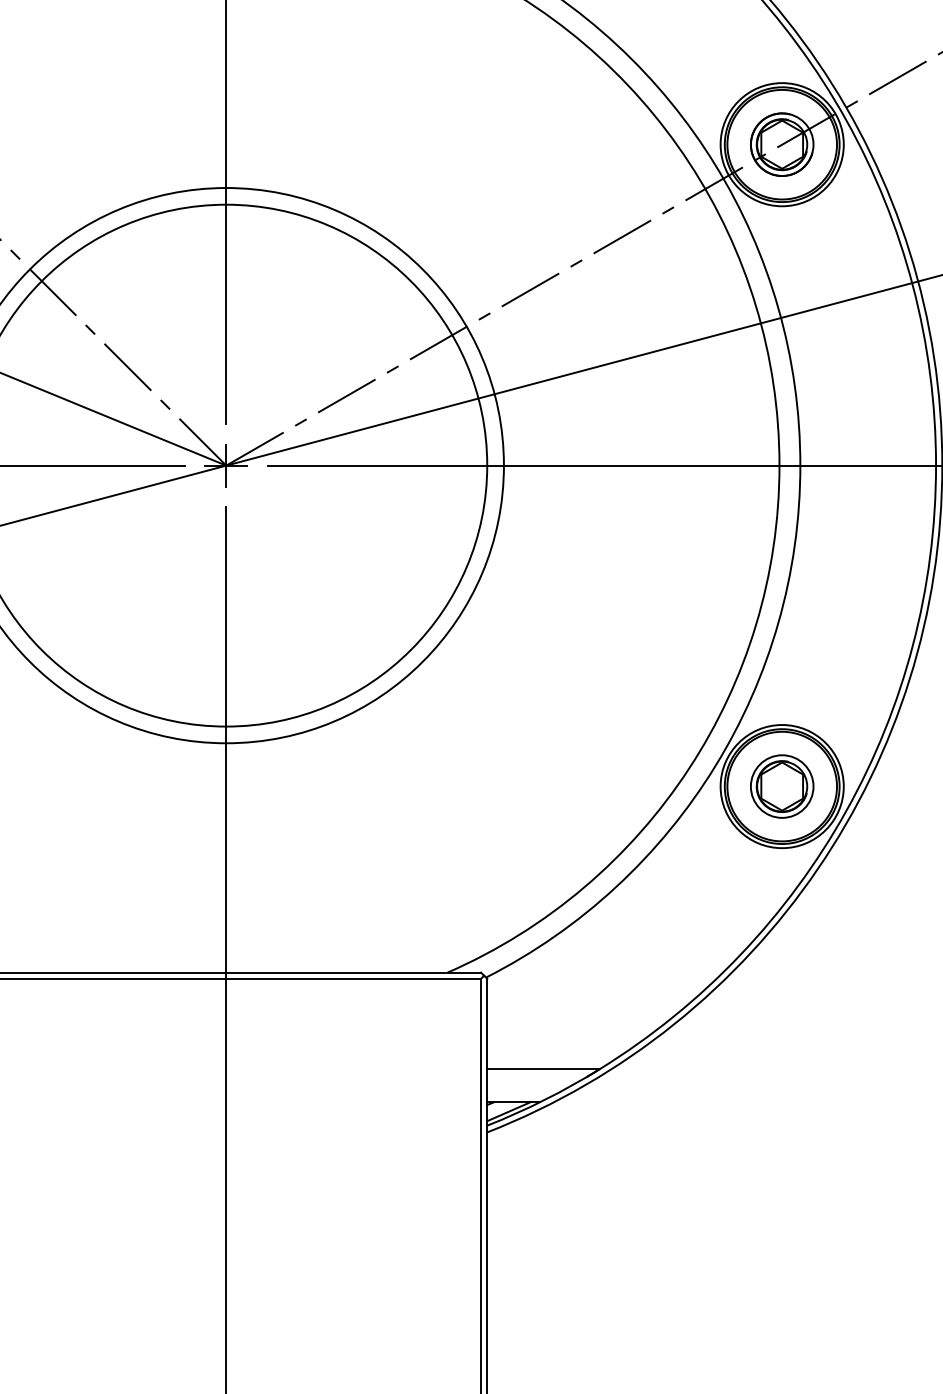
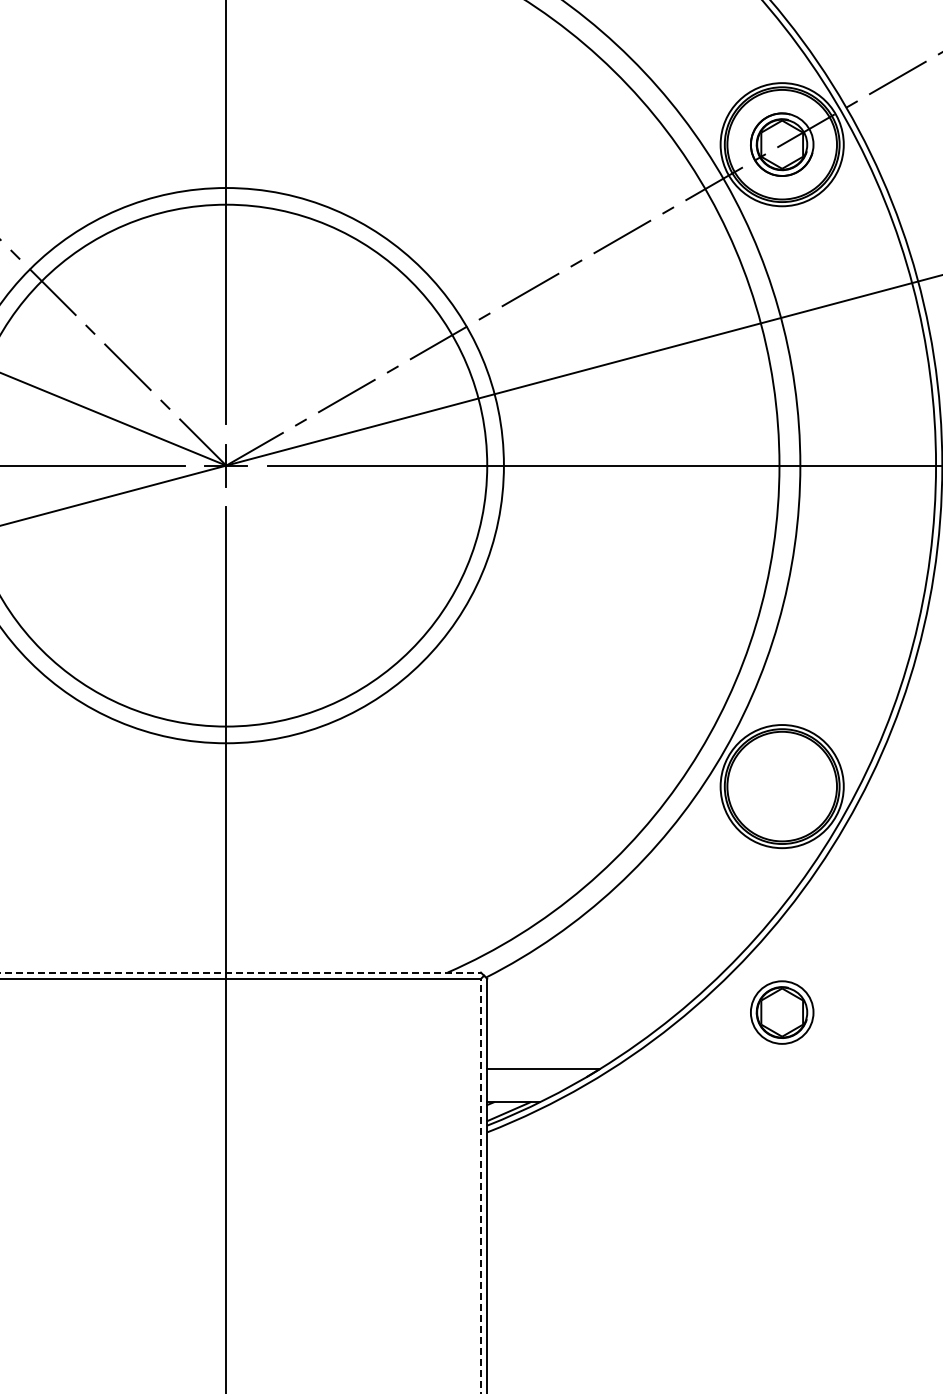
part at (782, 786) position: (782, 786) -> (782, 1012)
line at (241, 972): solid -> dashed
line at (480, 1185): solid -> dashed
